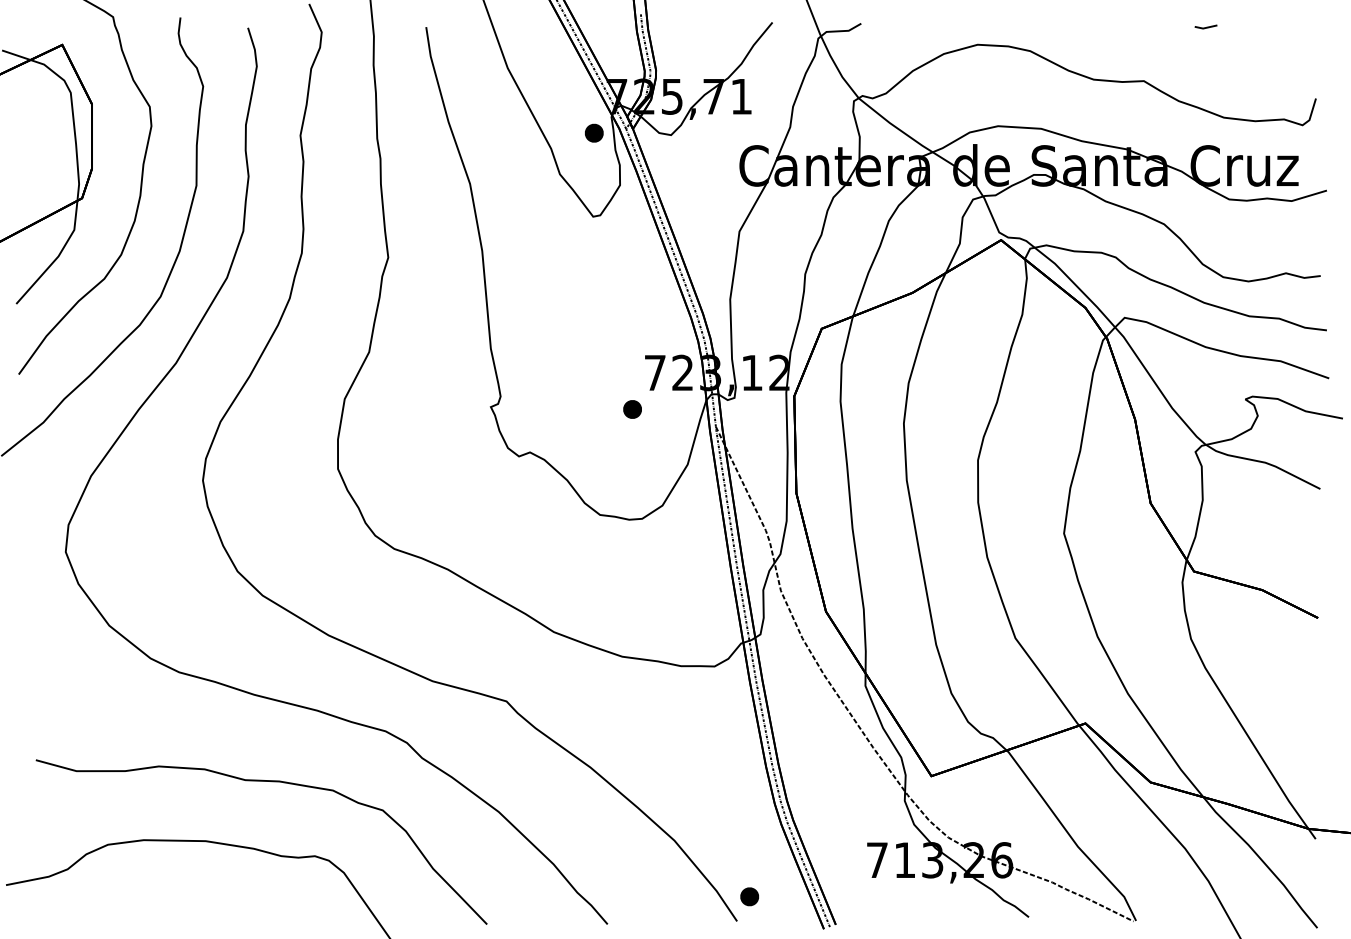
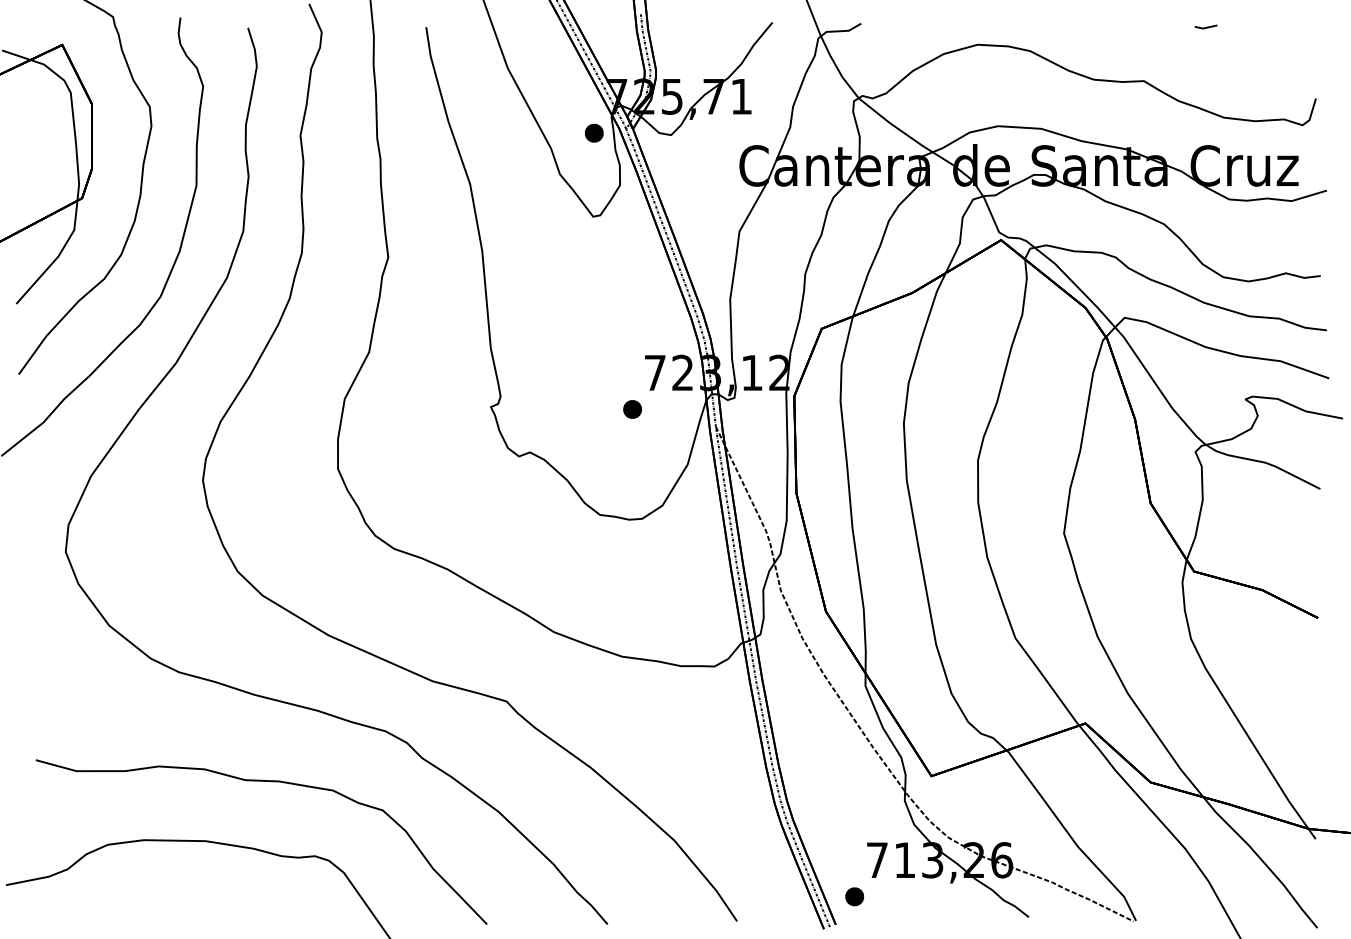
part at (749, 896) position: (749, 896) -> (854, 896)
